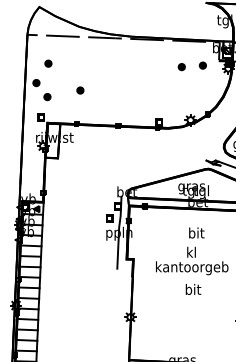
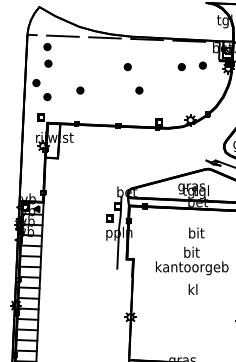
part at (47, 47): none -> present
part at (127, 67): none -> present
part at (139, 90): none -> present
text at (191, 251): kl -> bit
text at (193, 289): bit -> kl
